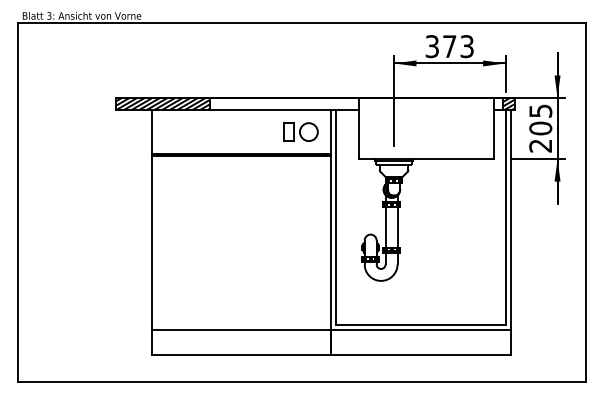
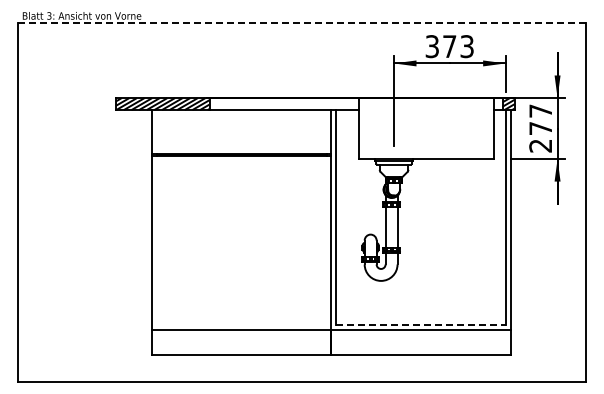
line at (301, 23): solid -> dashed
text at (540, 119): 205 -> 277
part at (300, 131): present -> none
line at (420, 325): solid -> dashed
